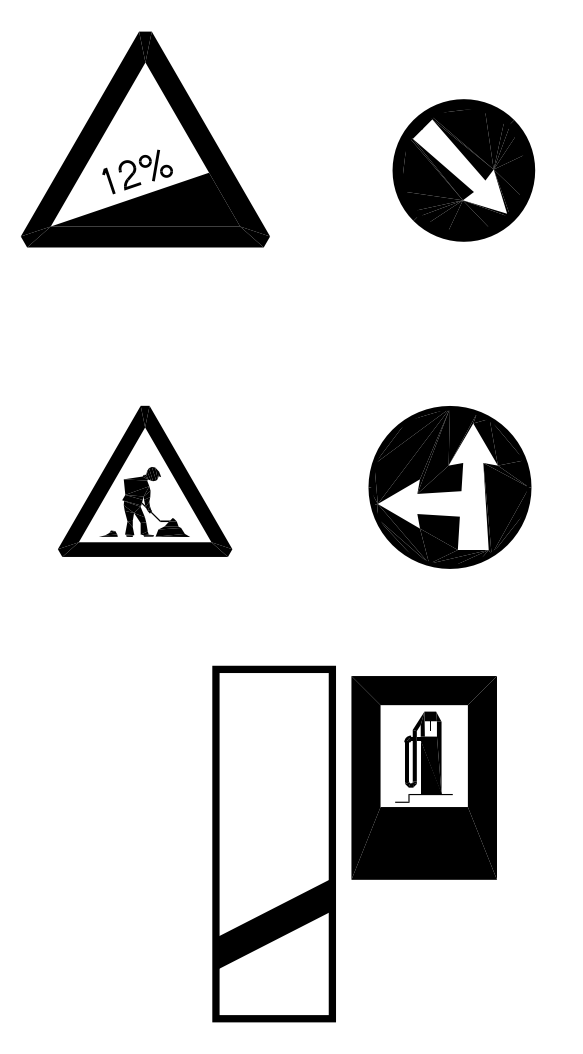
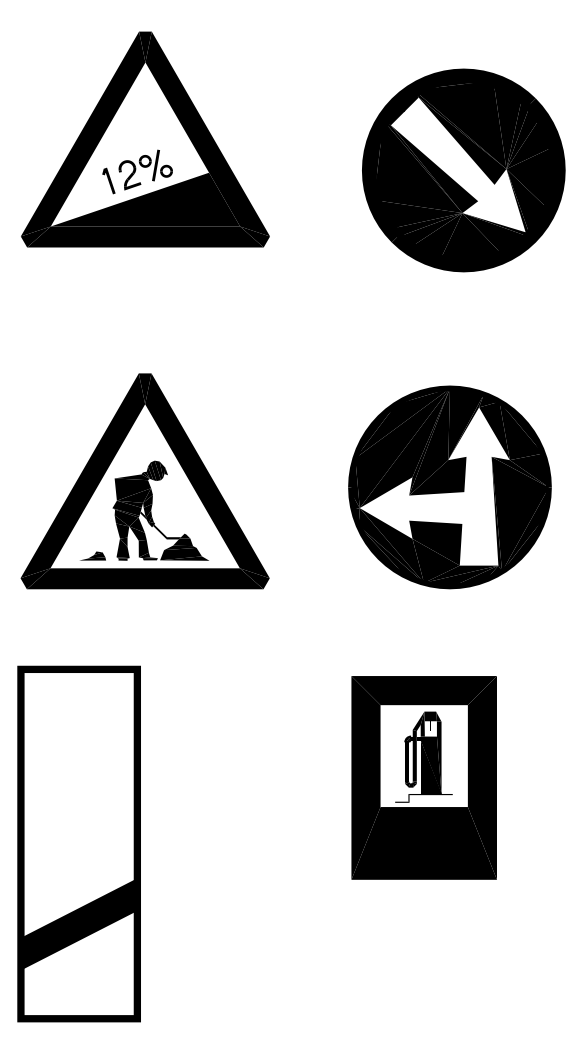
part at (463, 170) size: 144x143 px -> 204x205 px
part at (145, 480) size: 175x152 px -> 250x217 px
part at (449, 487) size: 164x163 px -> 204x205 px
part at (273, 843) position: (273, 843) -> (78, 843)
